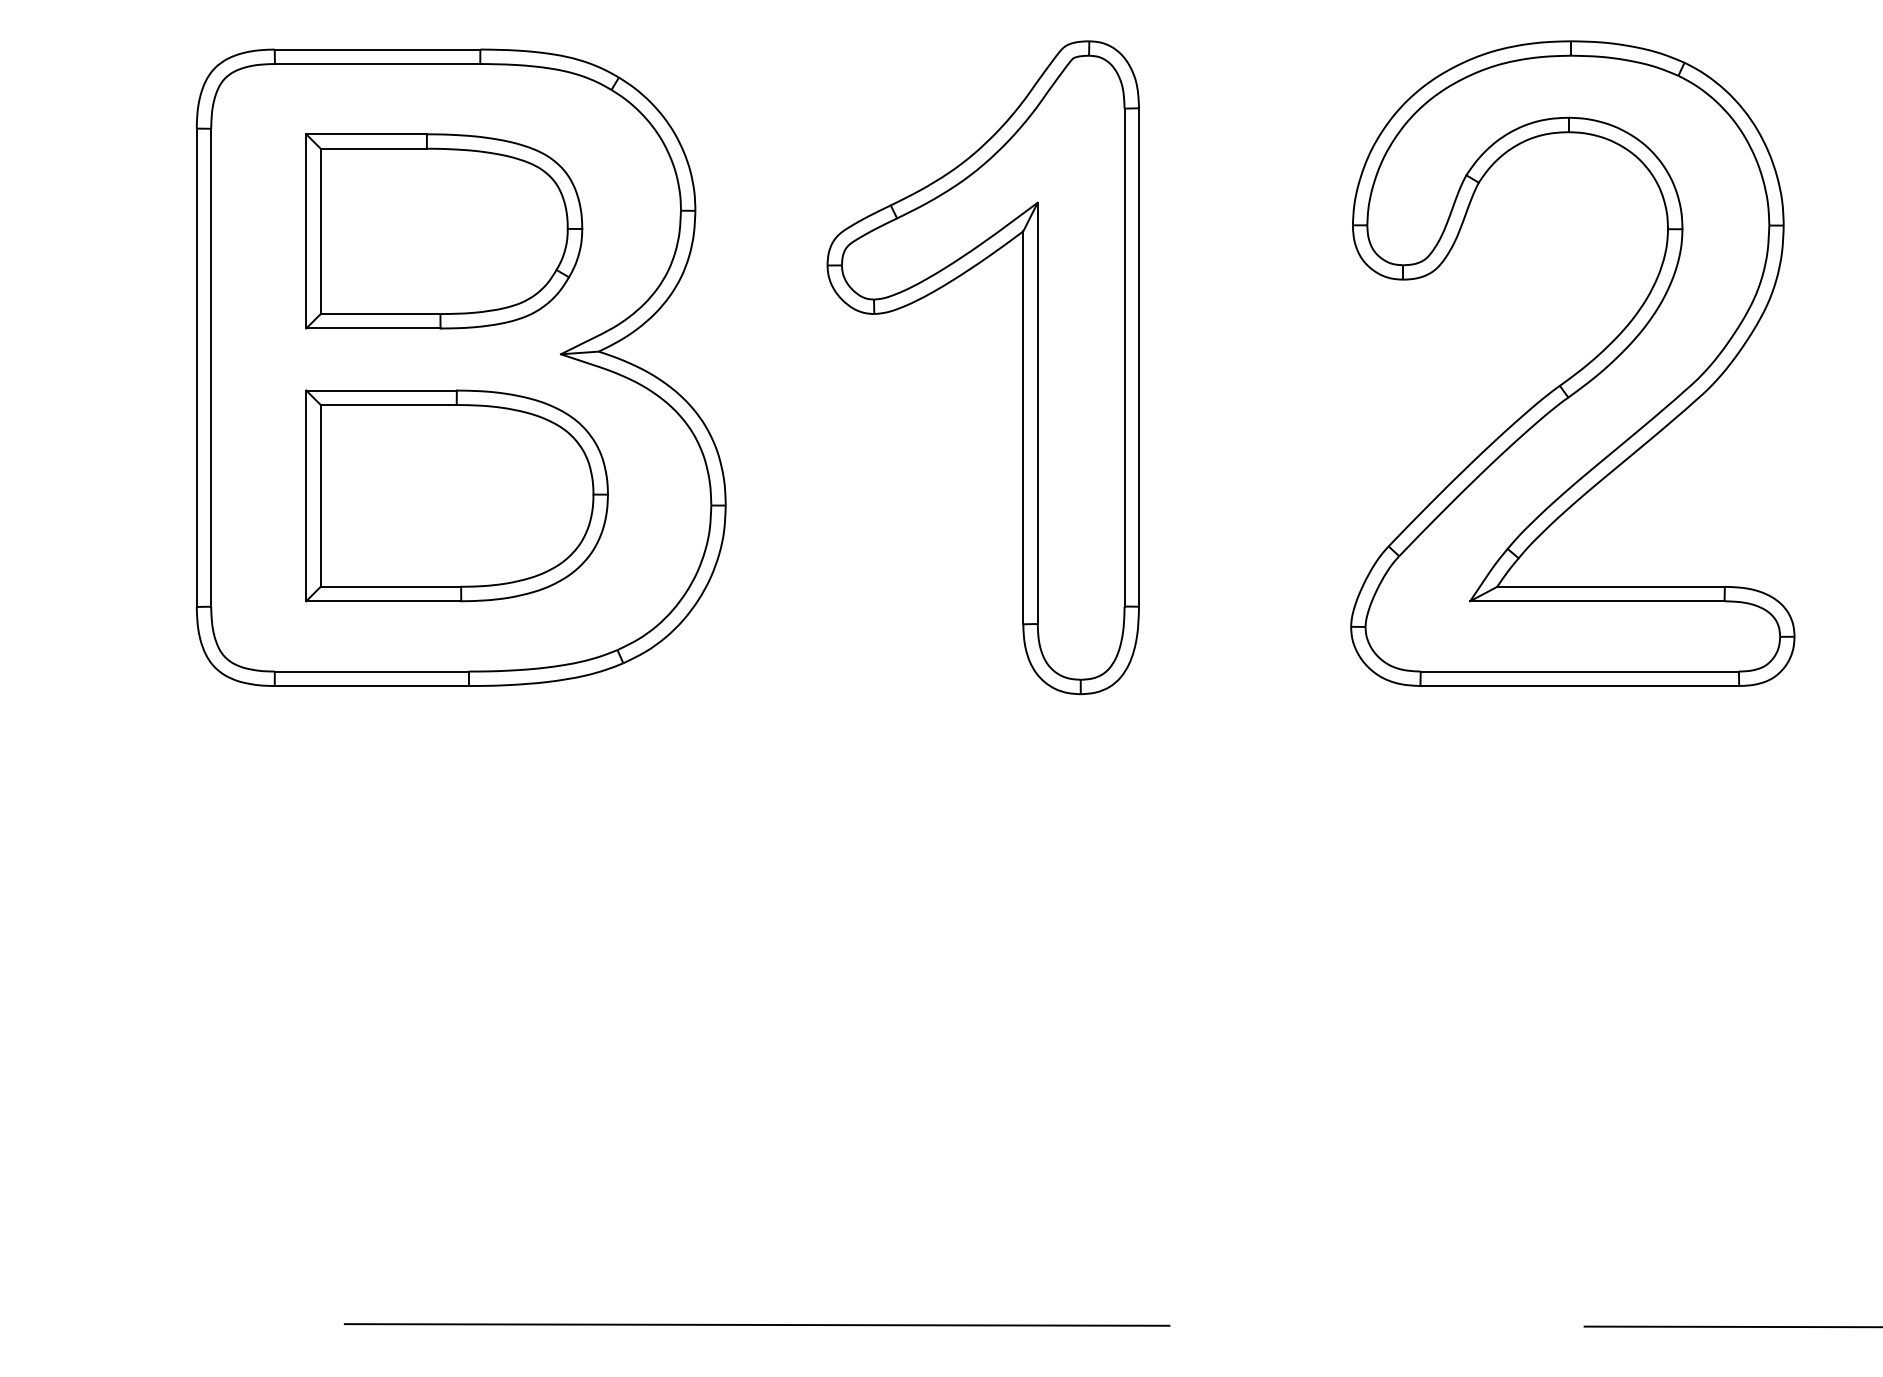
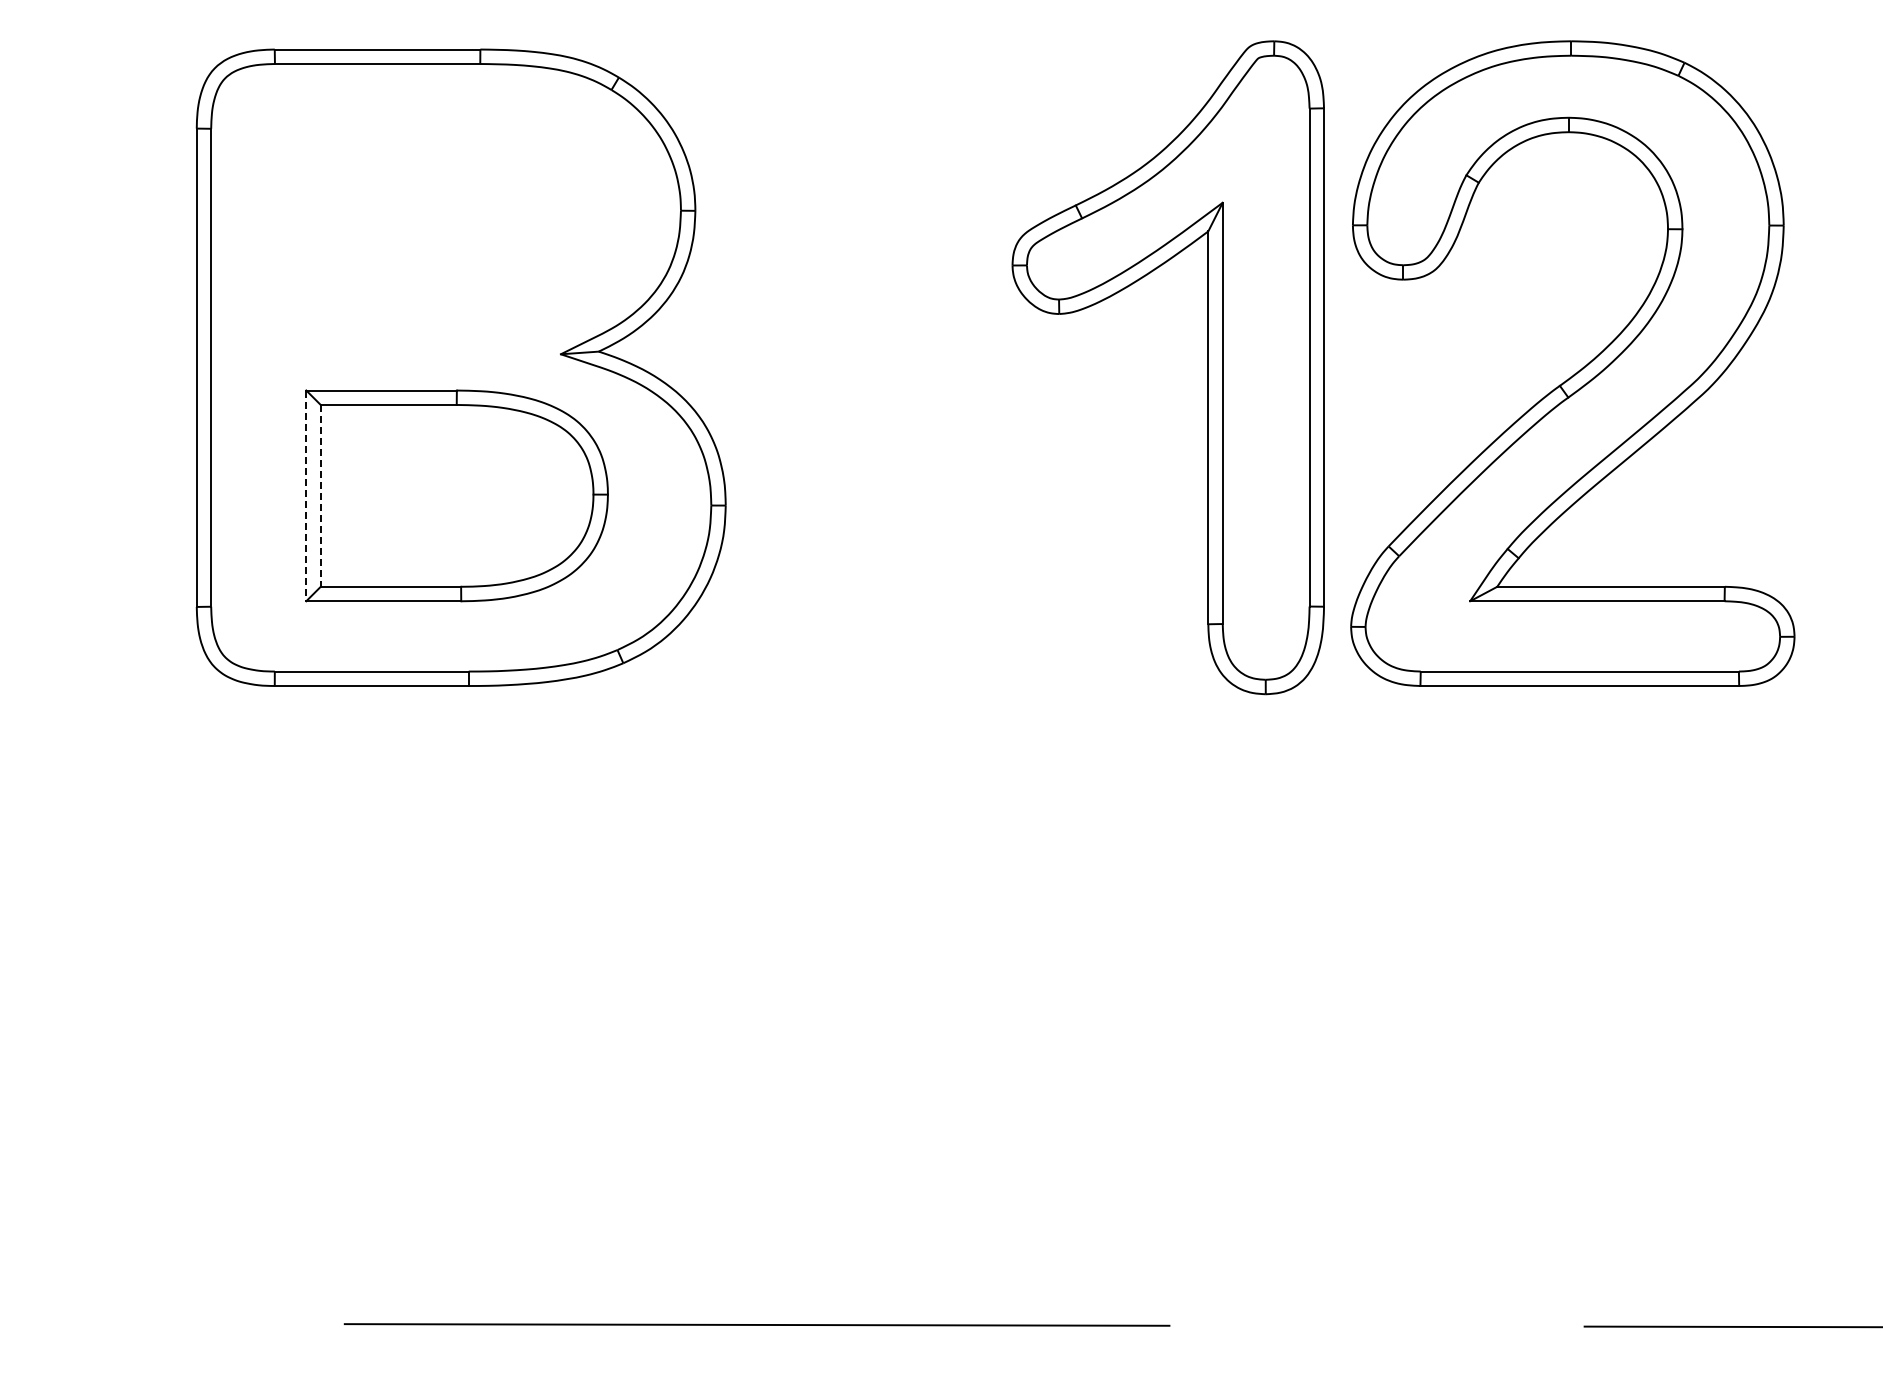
part at (444, 231): present -> none
part at (1022, 367) position: (1022, 367) -> (1207, 367)
line at (320, 495): solid -> dashed
line at (306, 496): solid -> dashed
